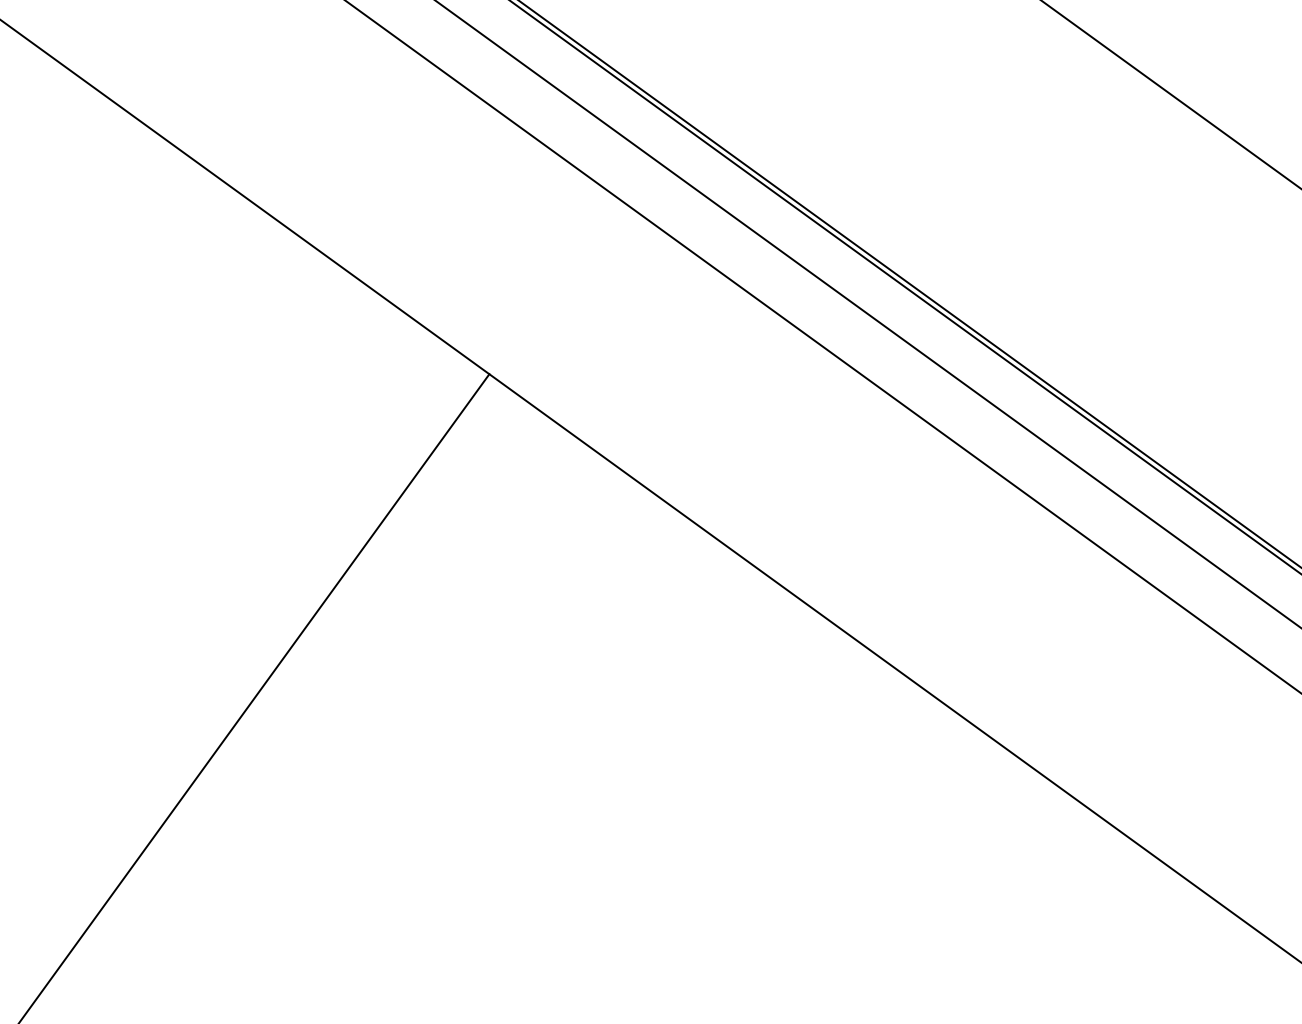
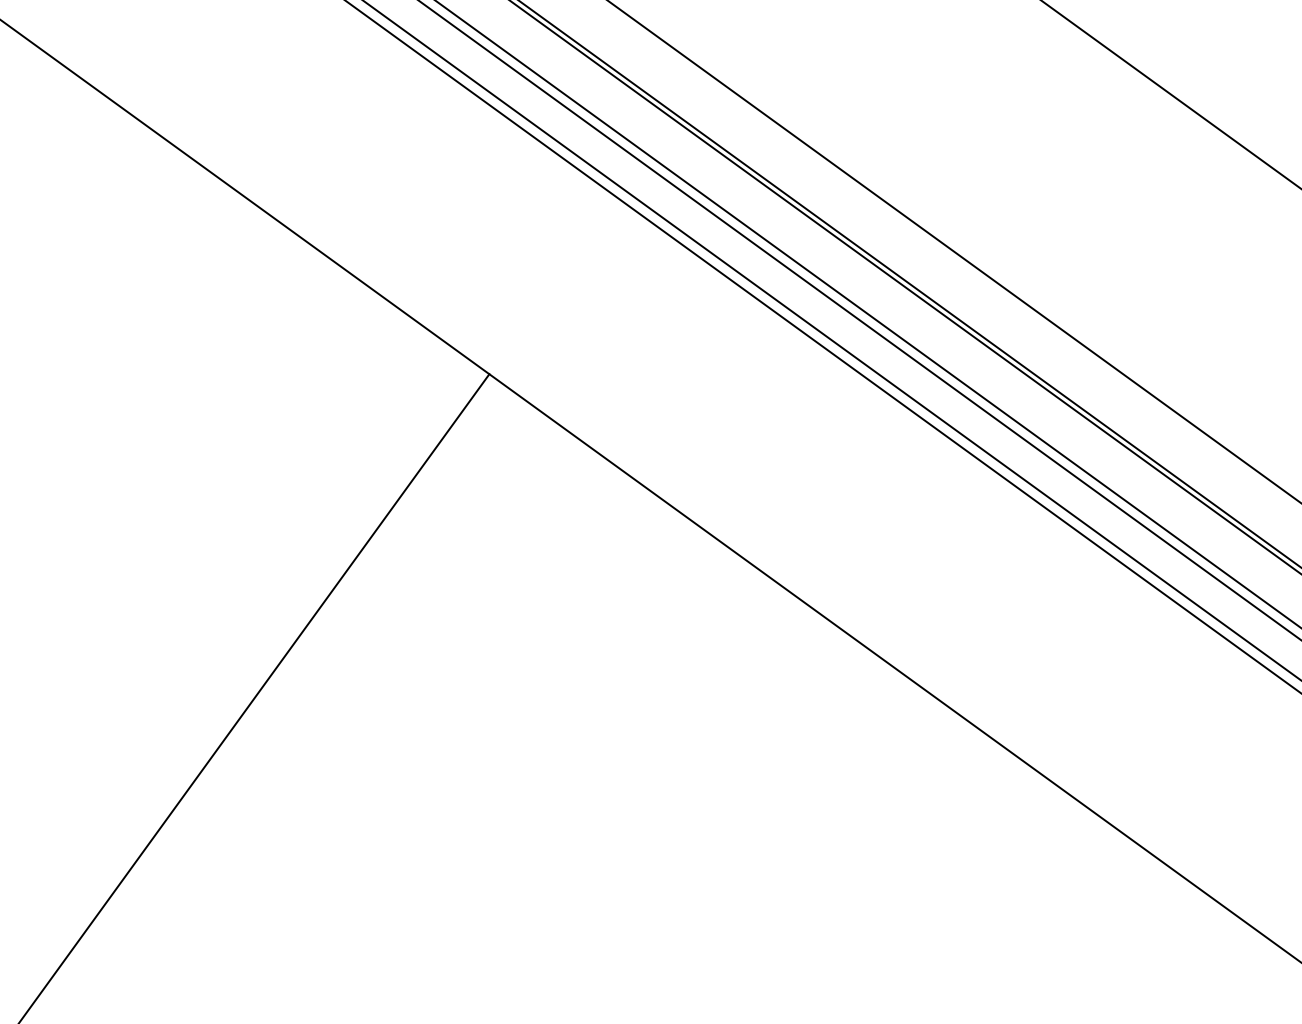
line at (953, 251): none -> present
line at (859, 320): none -> present
line at (831, 340): none -> present
